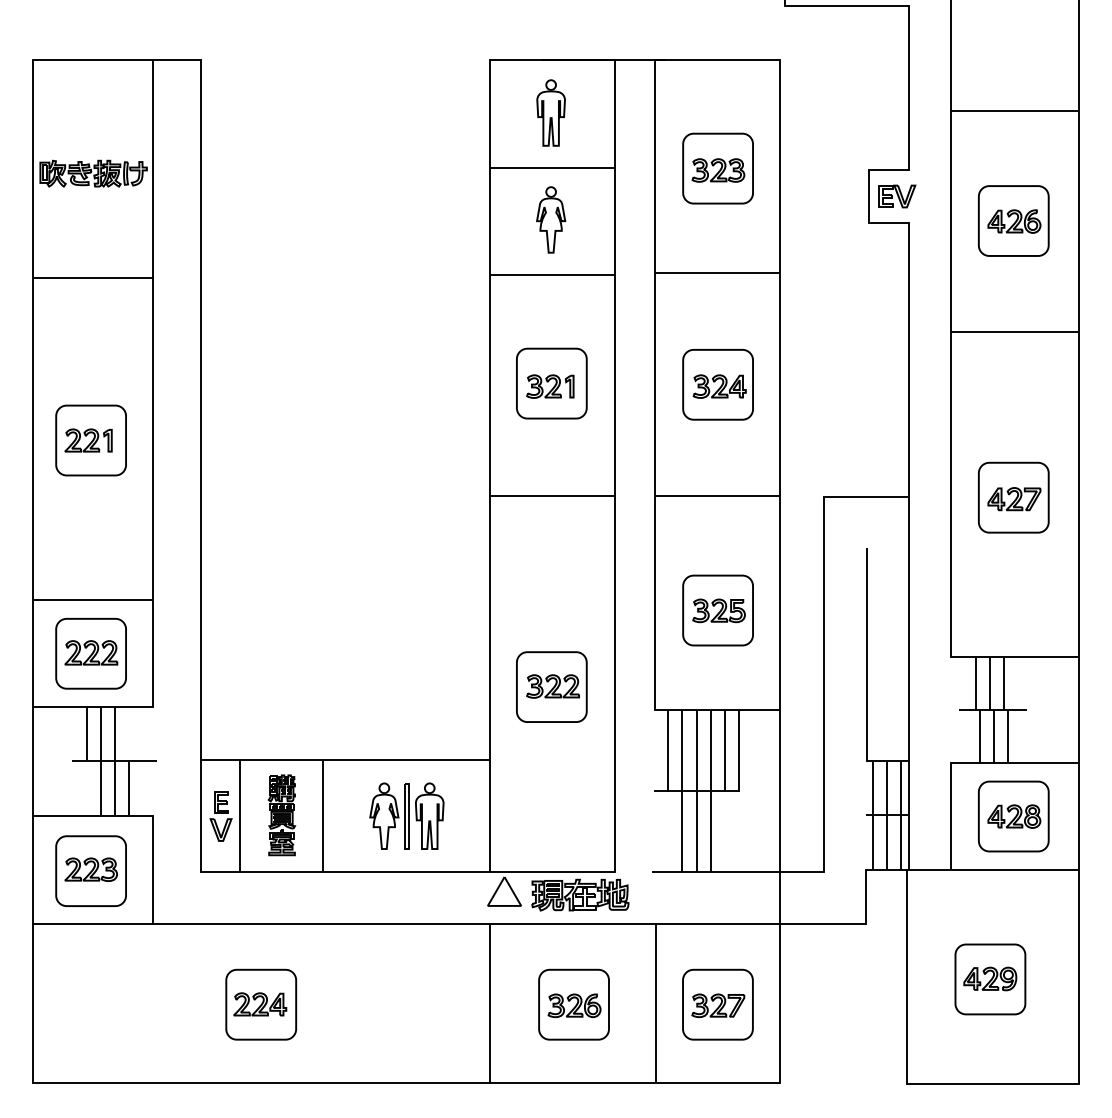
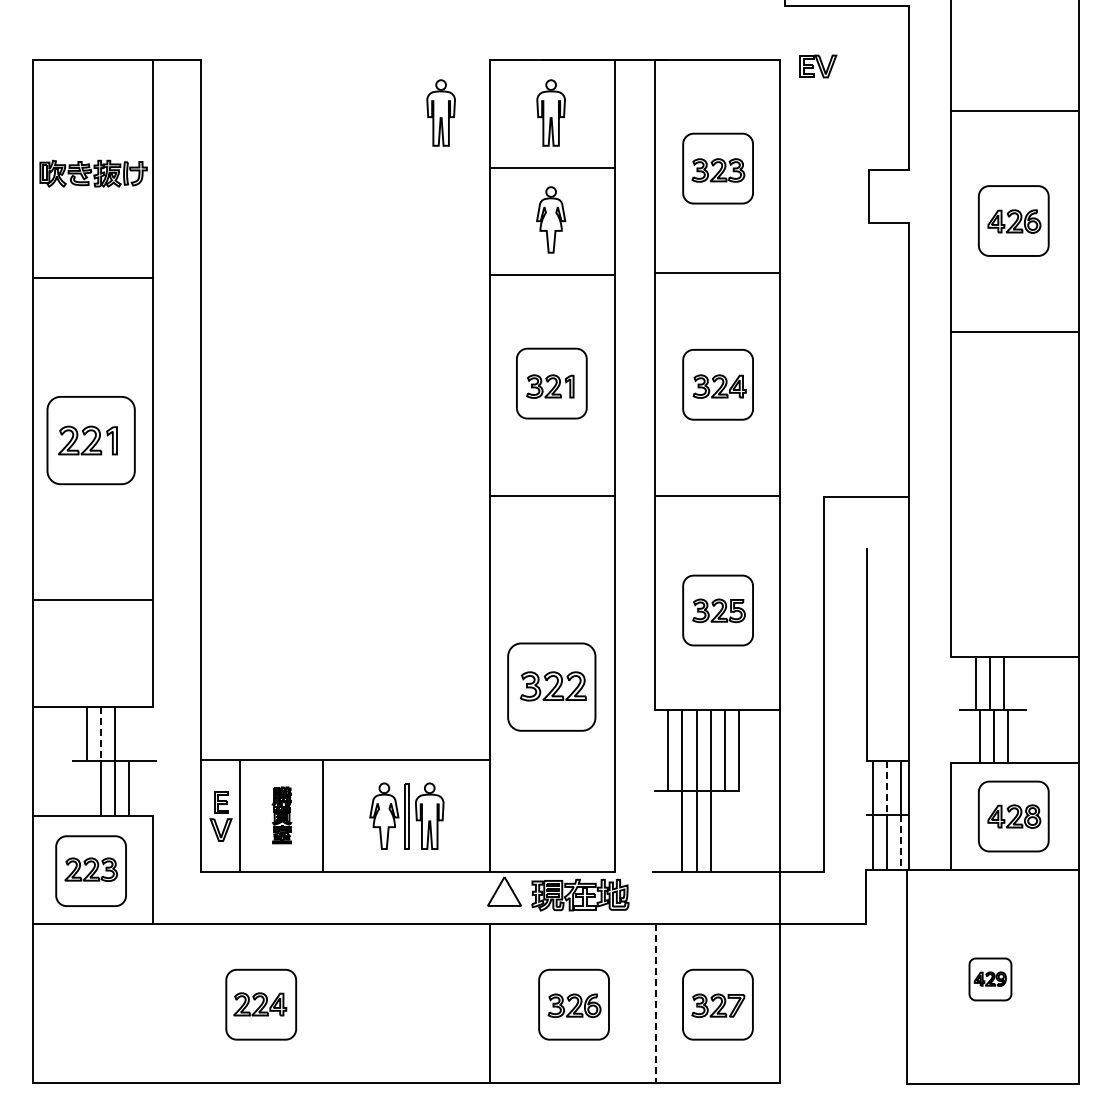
part at (440, 112): none -> present
part at (897, 196) position: (897, 196) -> (818, 66)
part at (90, 440) size: 72x73 px -> 90x90 px
part at (1013, 497): present -> none
part at (90, 653): present -> none
part at (551, 686) size: 72x72 px -> 90x90 px
line at (101, 734): solid -> dashed
line at (886, 788): solid -> dashed
part at (281, 815) size: 30x83 px -> 22x59 px
line at (900, 842): solid -> dashed
part at (990, 979) size: 73x73 px -> 45x45 px
line at (656, 1003): solid -> dashed
